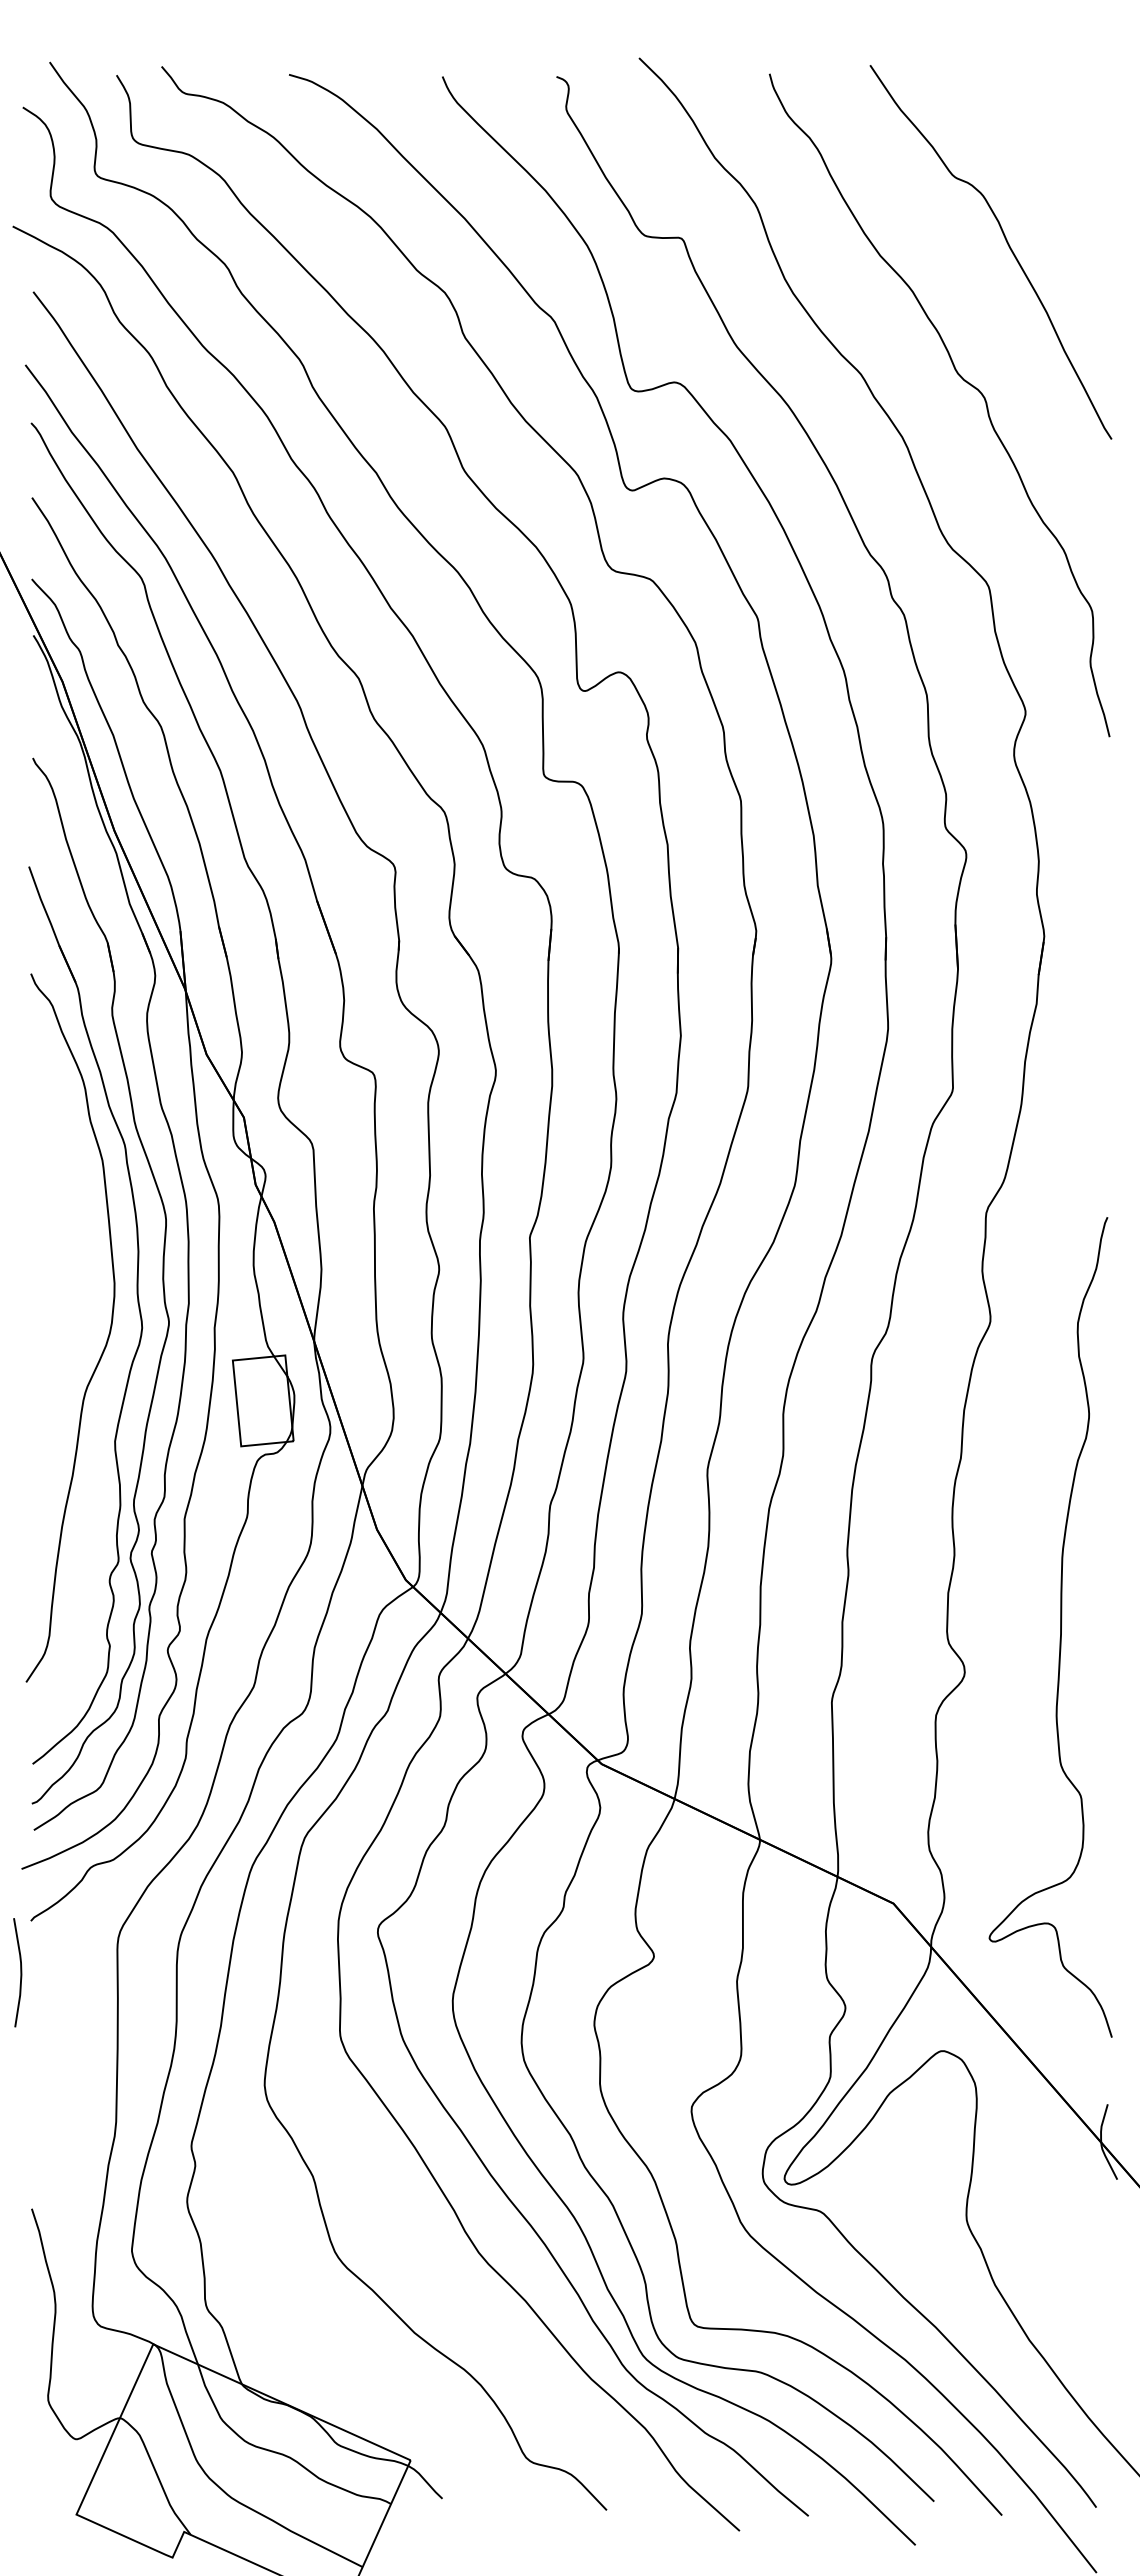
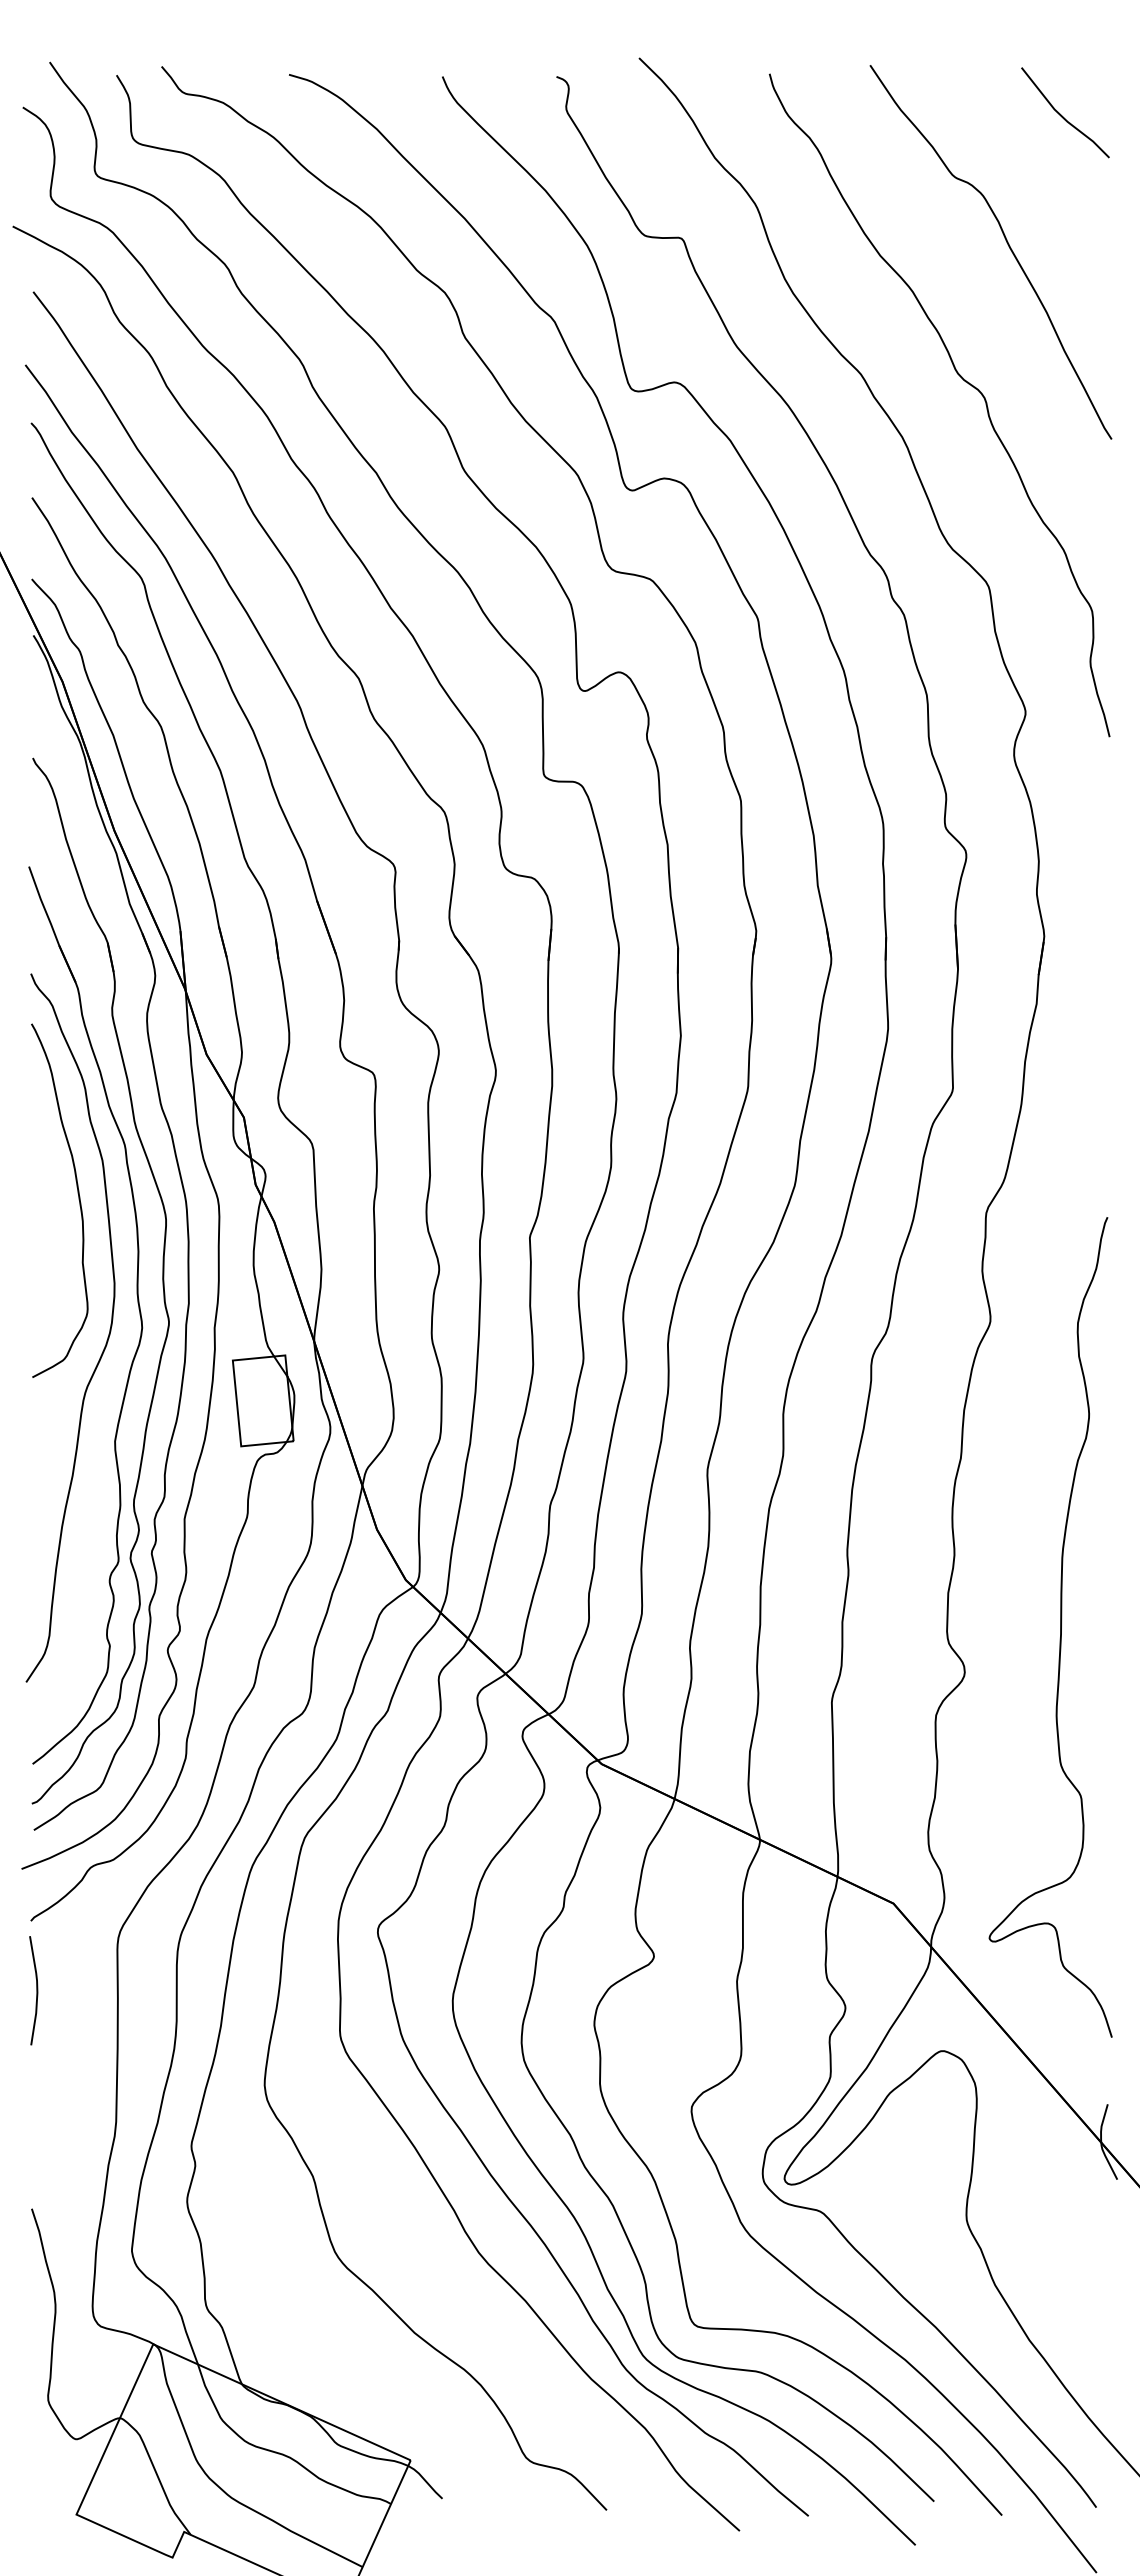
line at (1062, 115): none -> present
curve at (78, 1199): none -> present
curve at (20, 1972) position: (20, 1972) -> (36, 1990)
